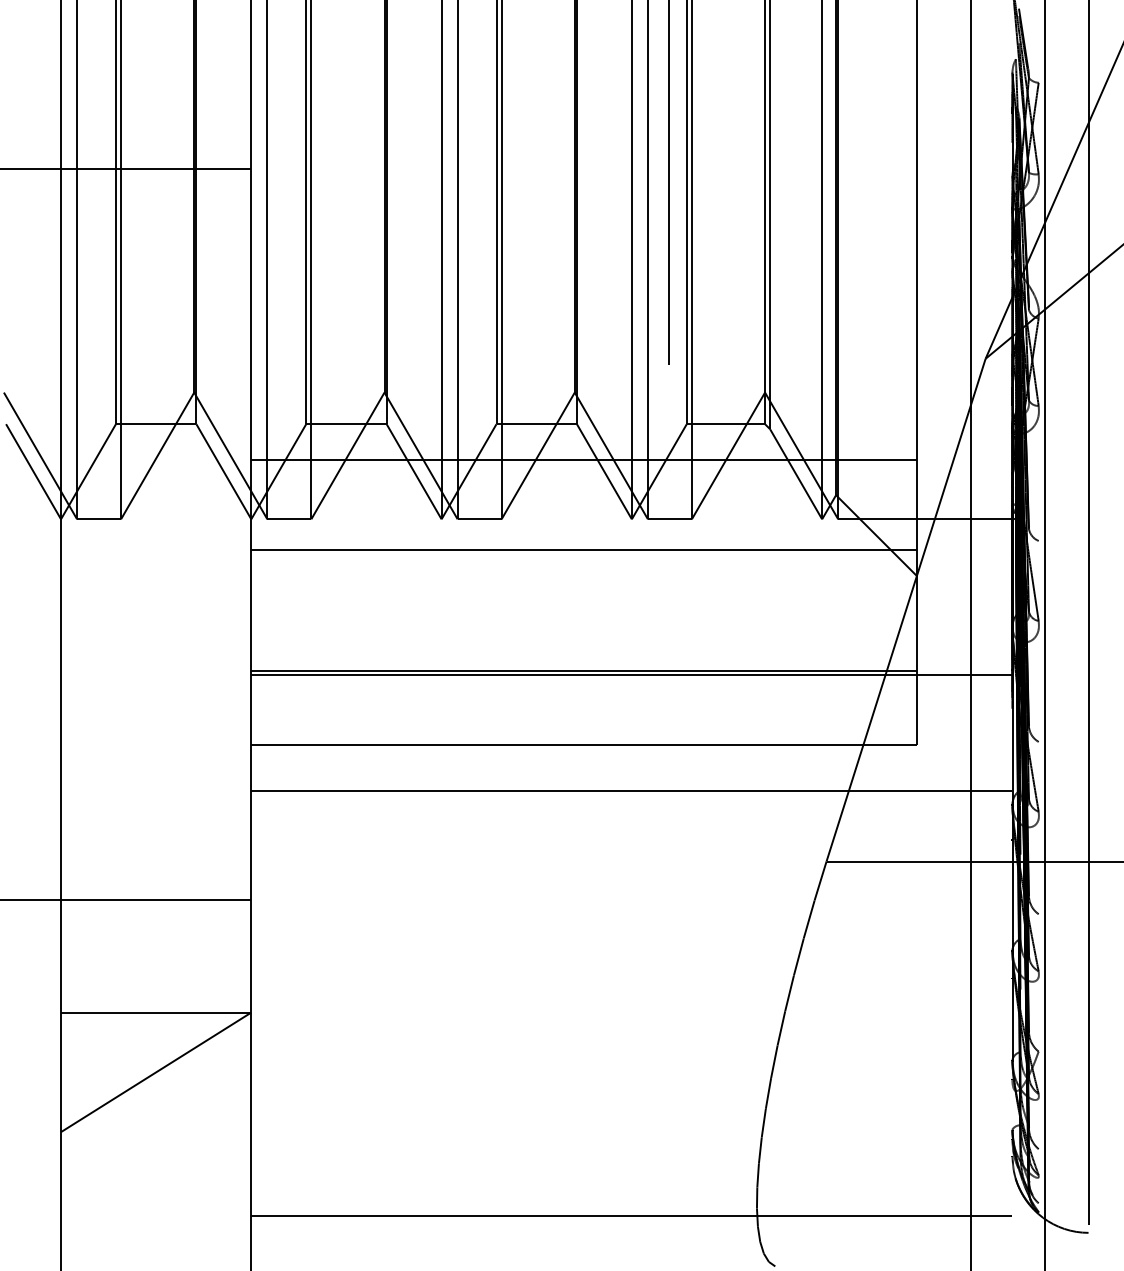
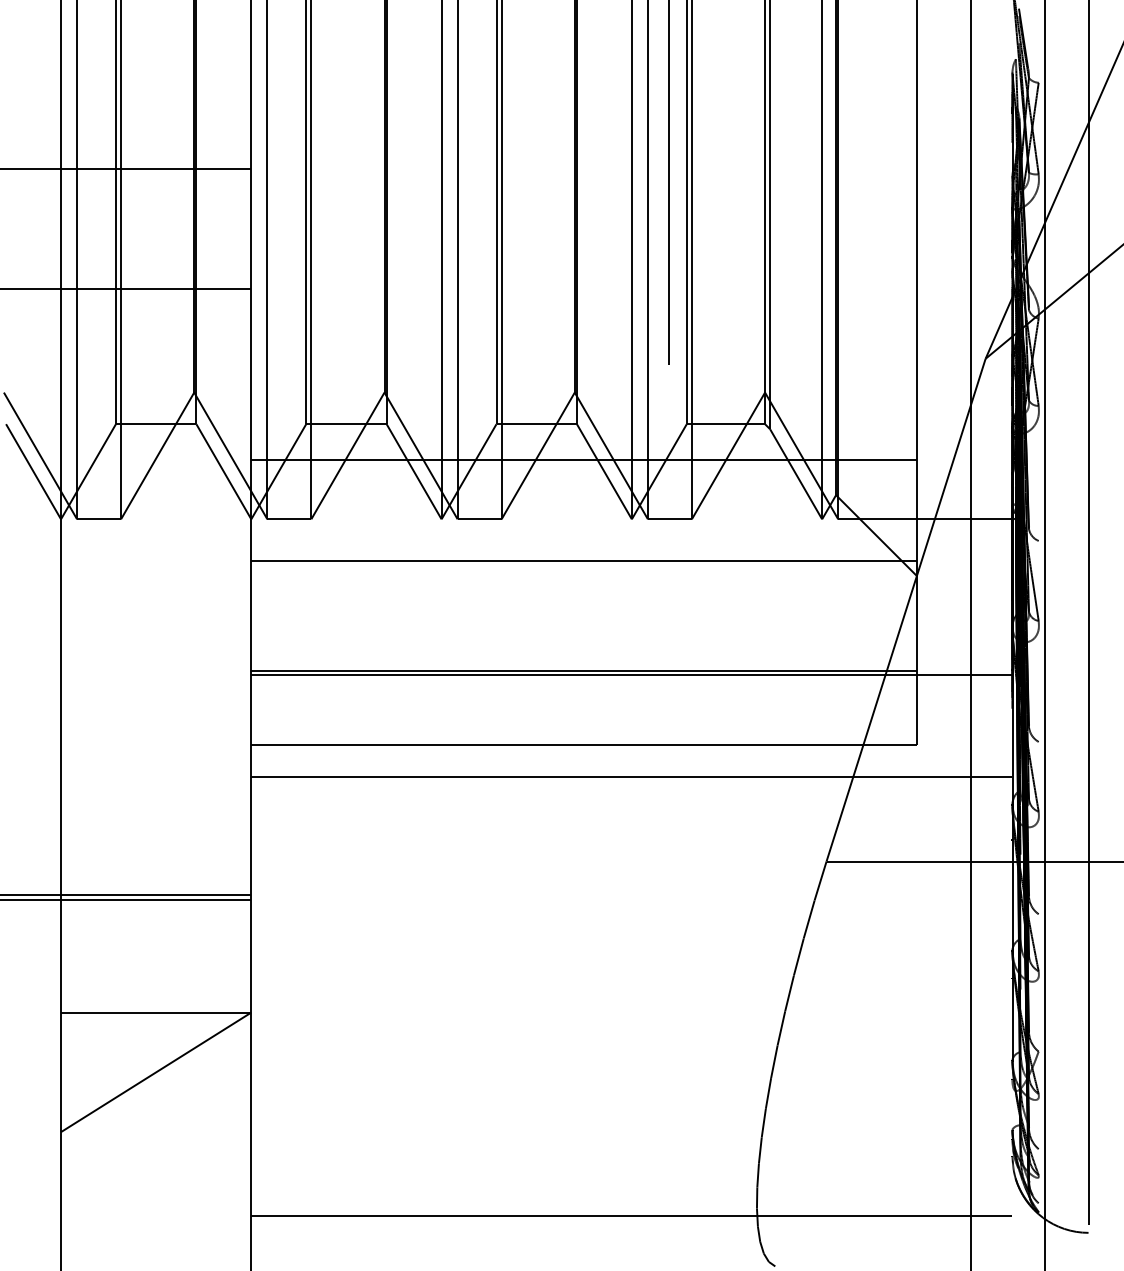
line at (126, 289): none -> present
line at (584, 549) position: (584, 549) -> (584, 560)
line at (631, 791) position: (631, 791) -> (631, 777)
line at (126, 895): none -> present
